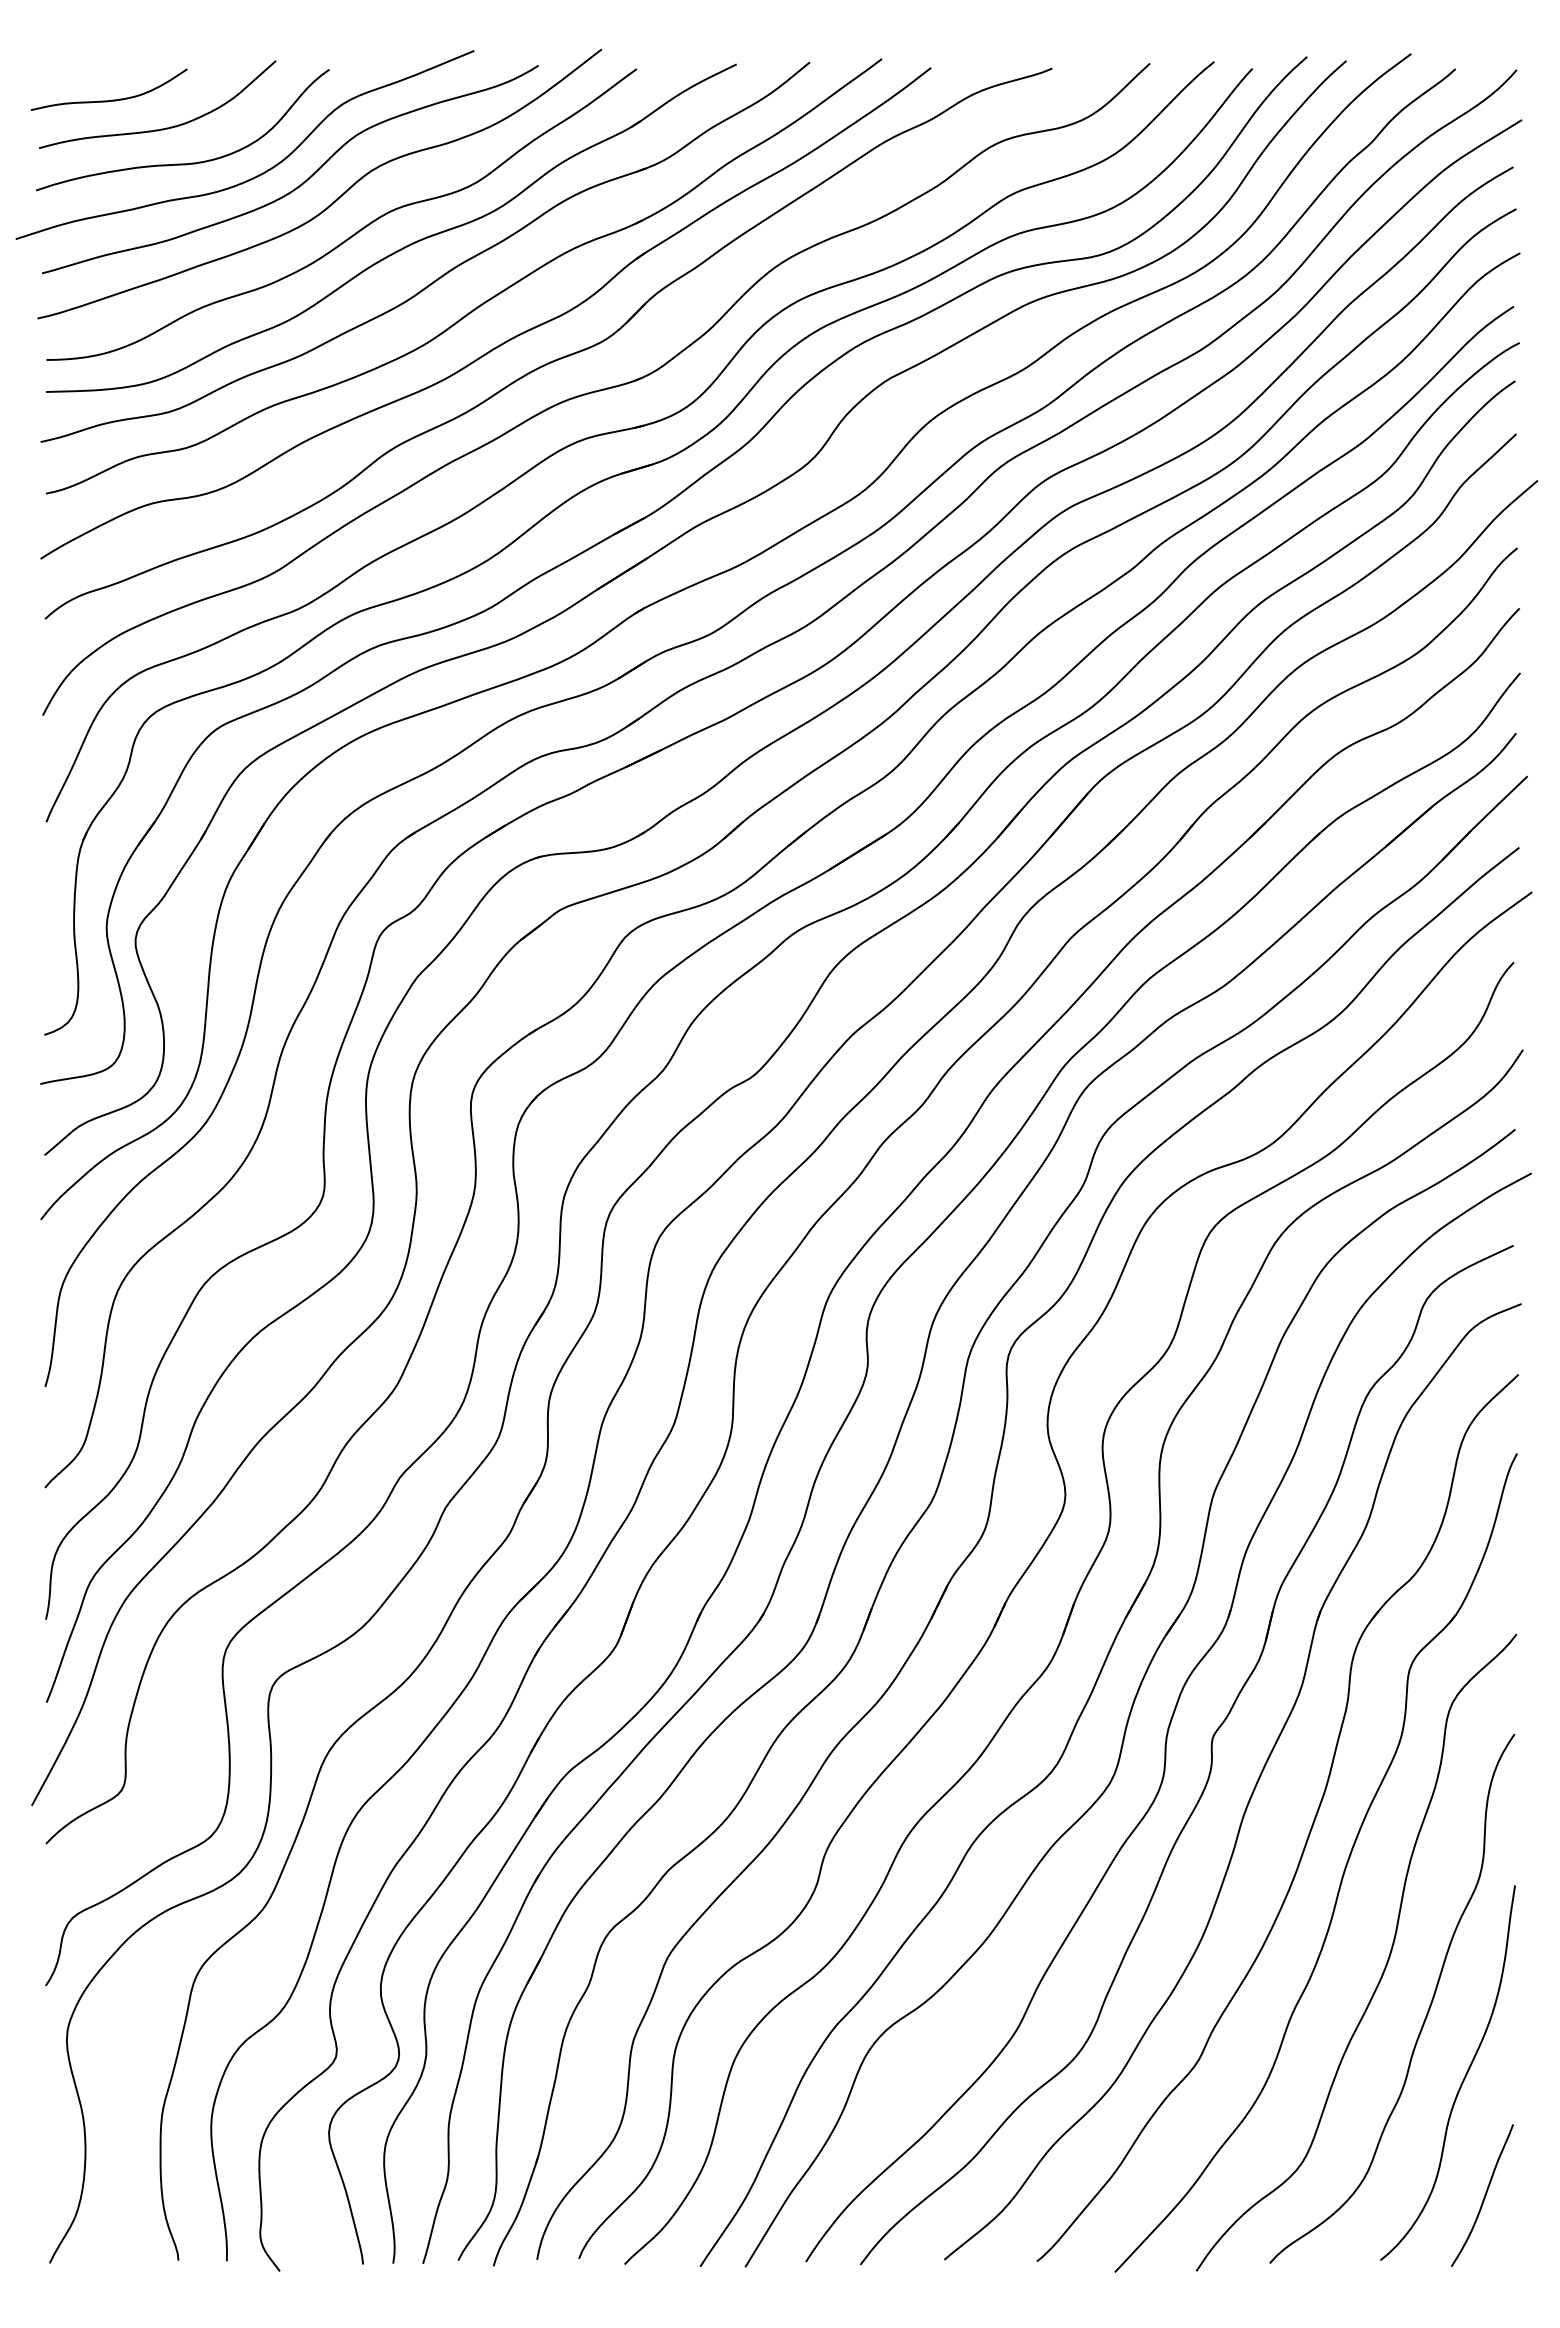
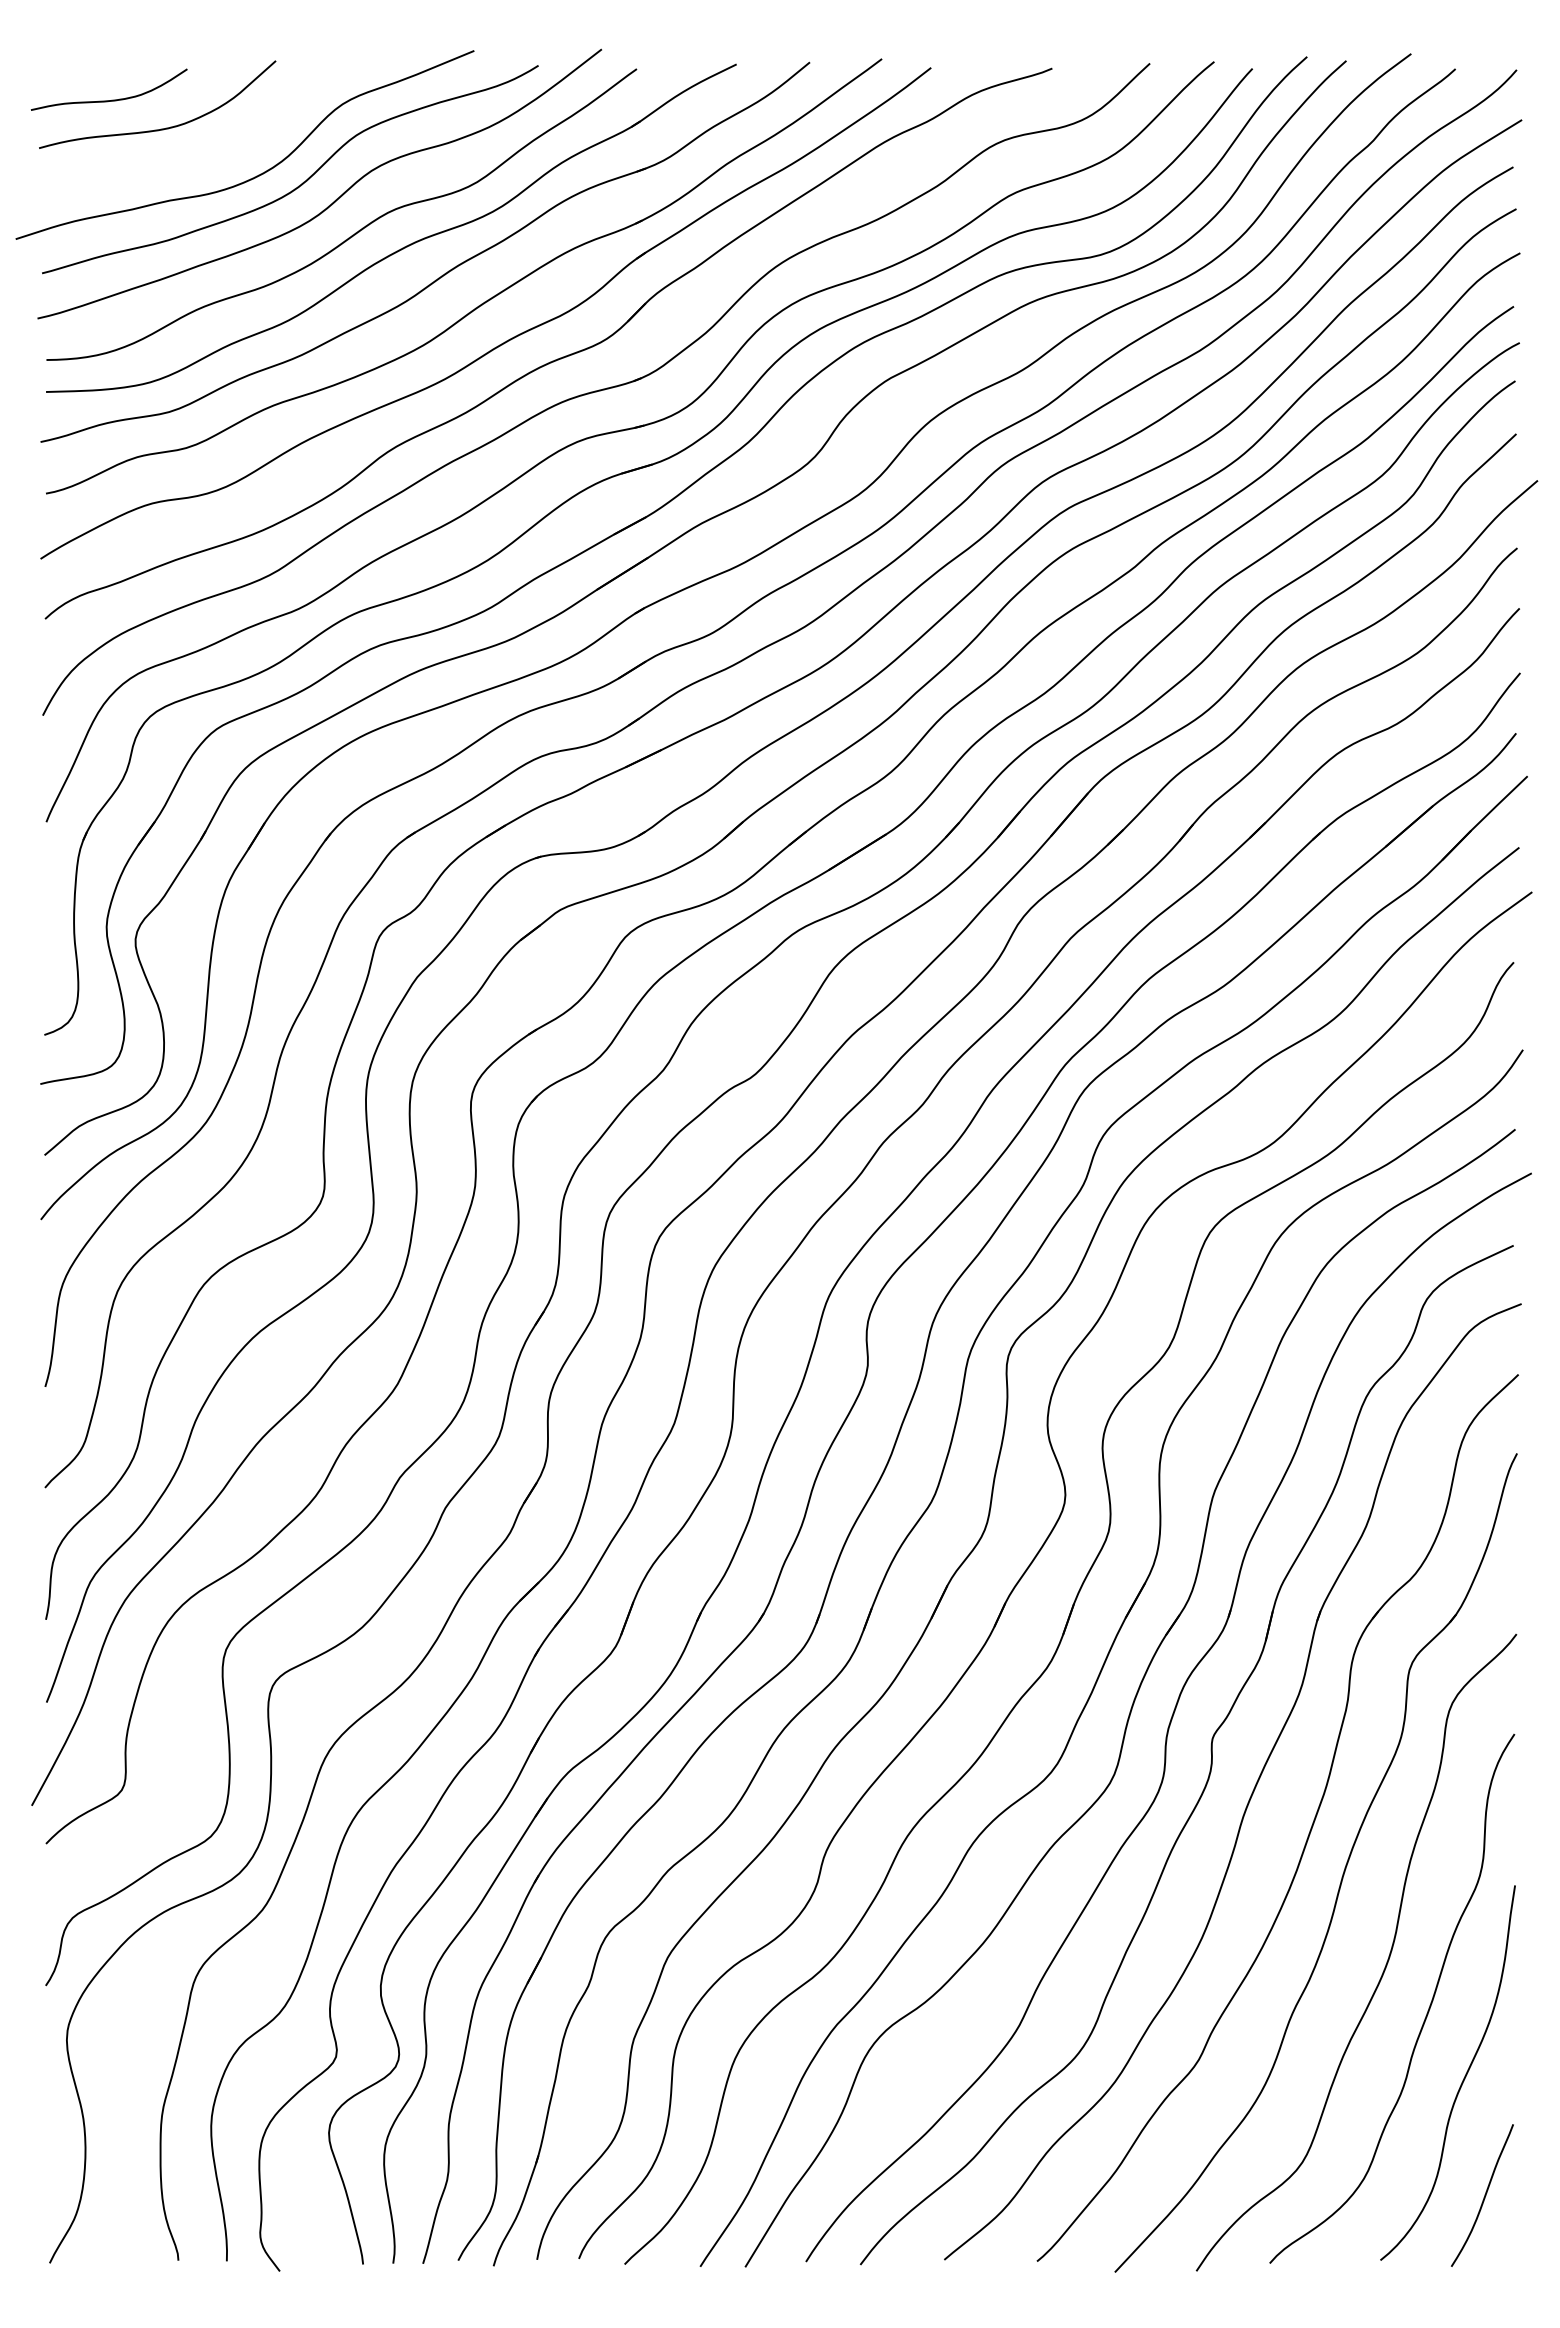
curve at (182, 163): present -> none
